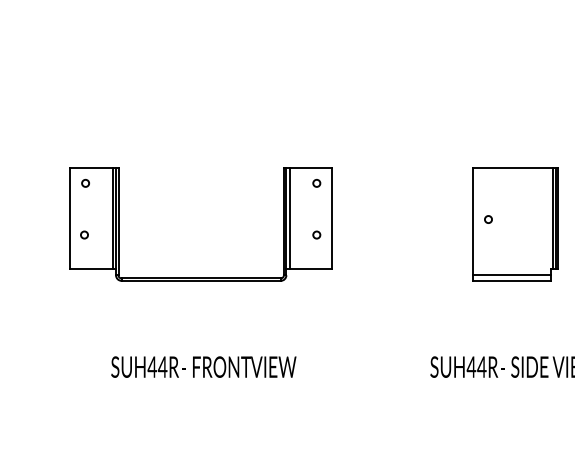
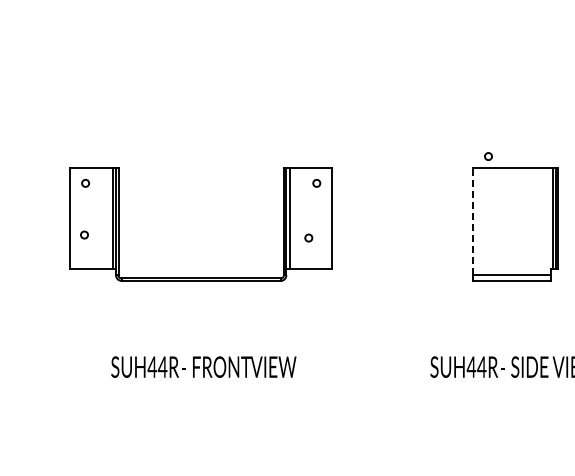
circle at (488, 219) position: (488, 219) -> (488, 156)
line at (472, 221): solid -> dashed
circle at (316, 234) position: (316, 234) -> (308, 237)
